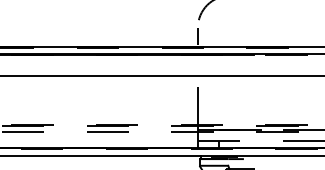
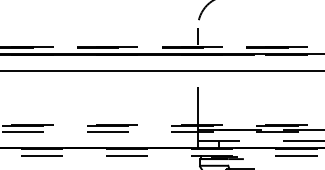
line at (162, 46): solid -> dashed
line at (161, 76) position: (161, 76) -> (161, 71)
line at (162, 155): solid -> dashed
